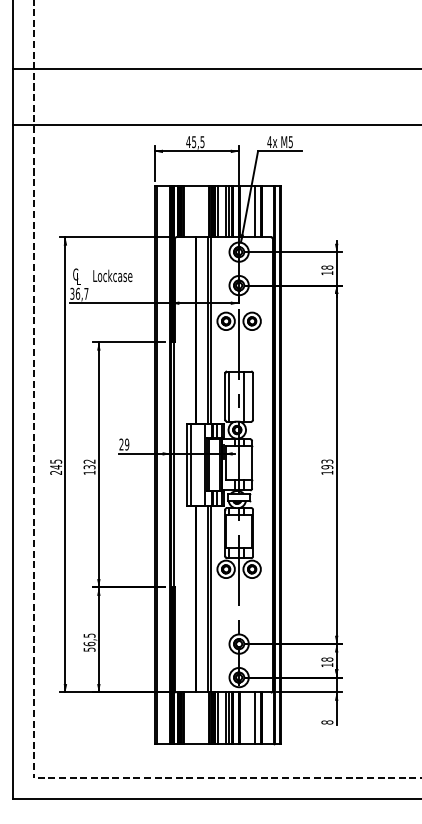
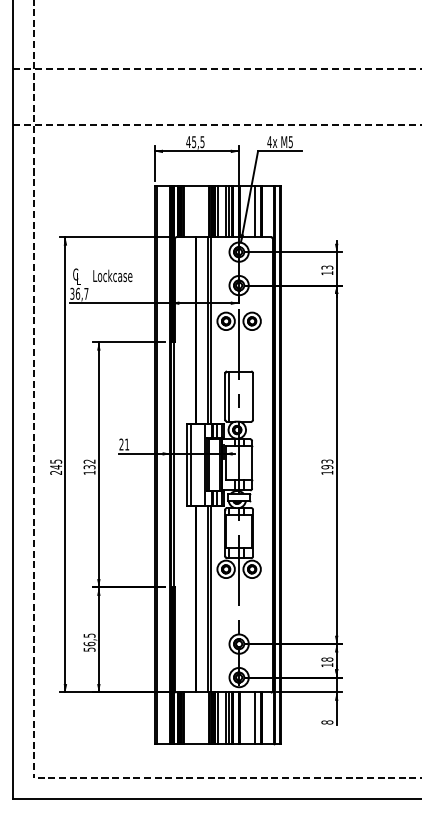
line at (217, 69): solid -> dashed
line at (217, 124): solid -> dashed
text at (327, 267): 18 -> 13
line at (243, 396): present -> none
text at (127, 444): 29 -> 21
